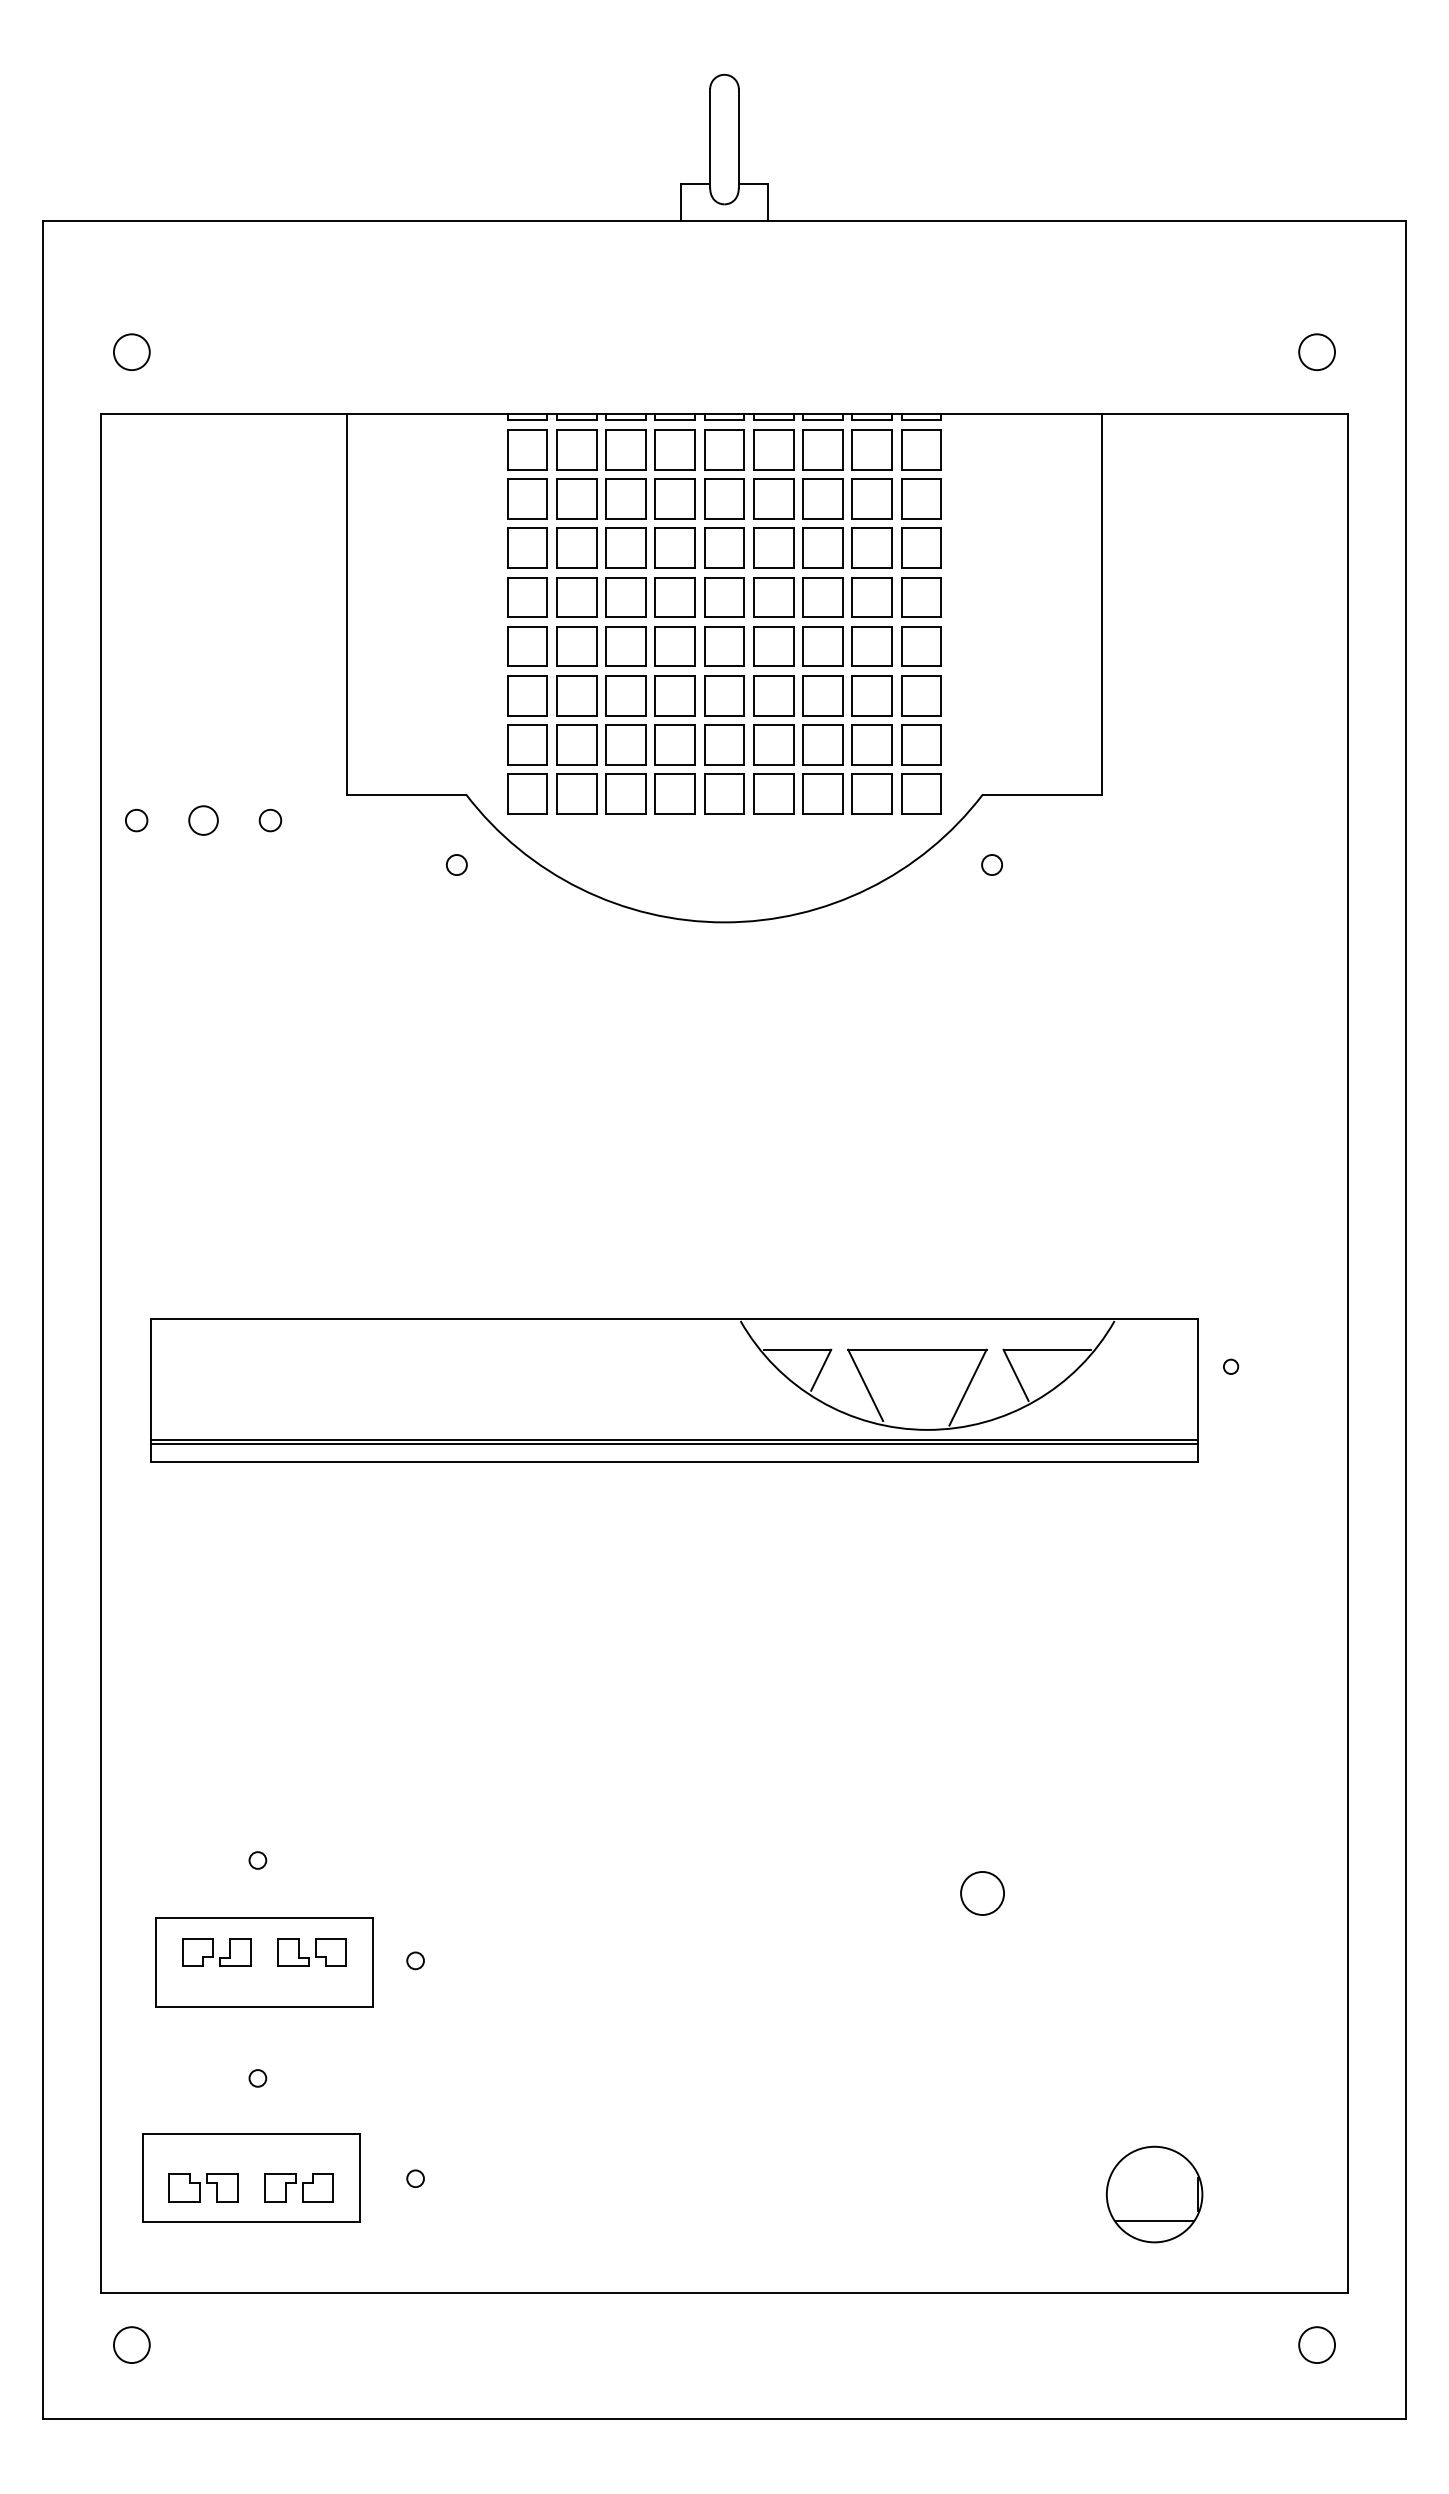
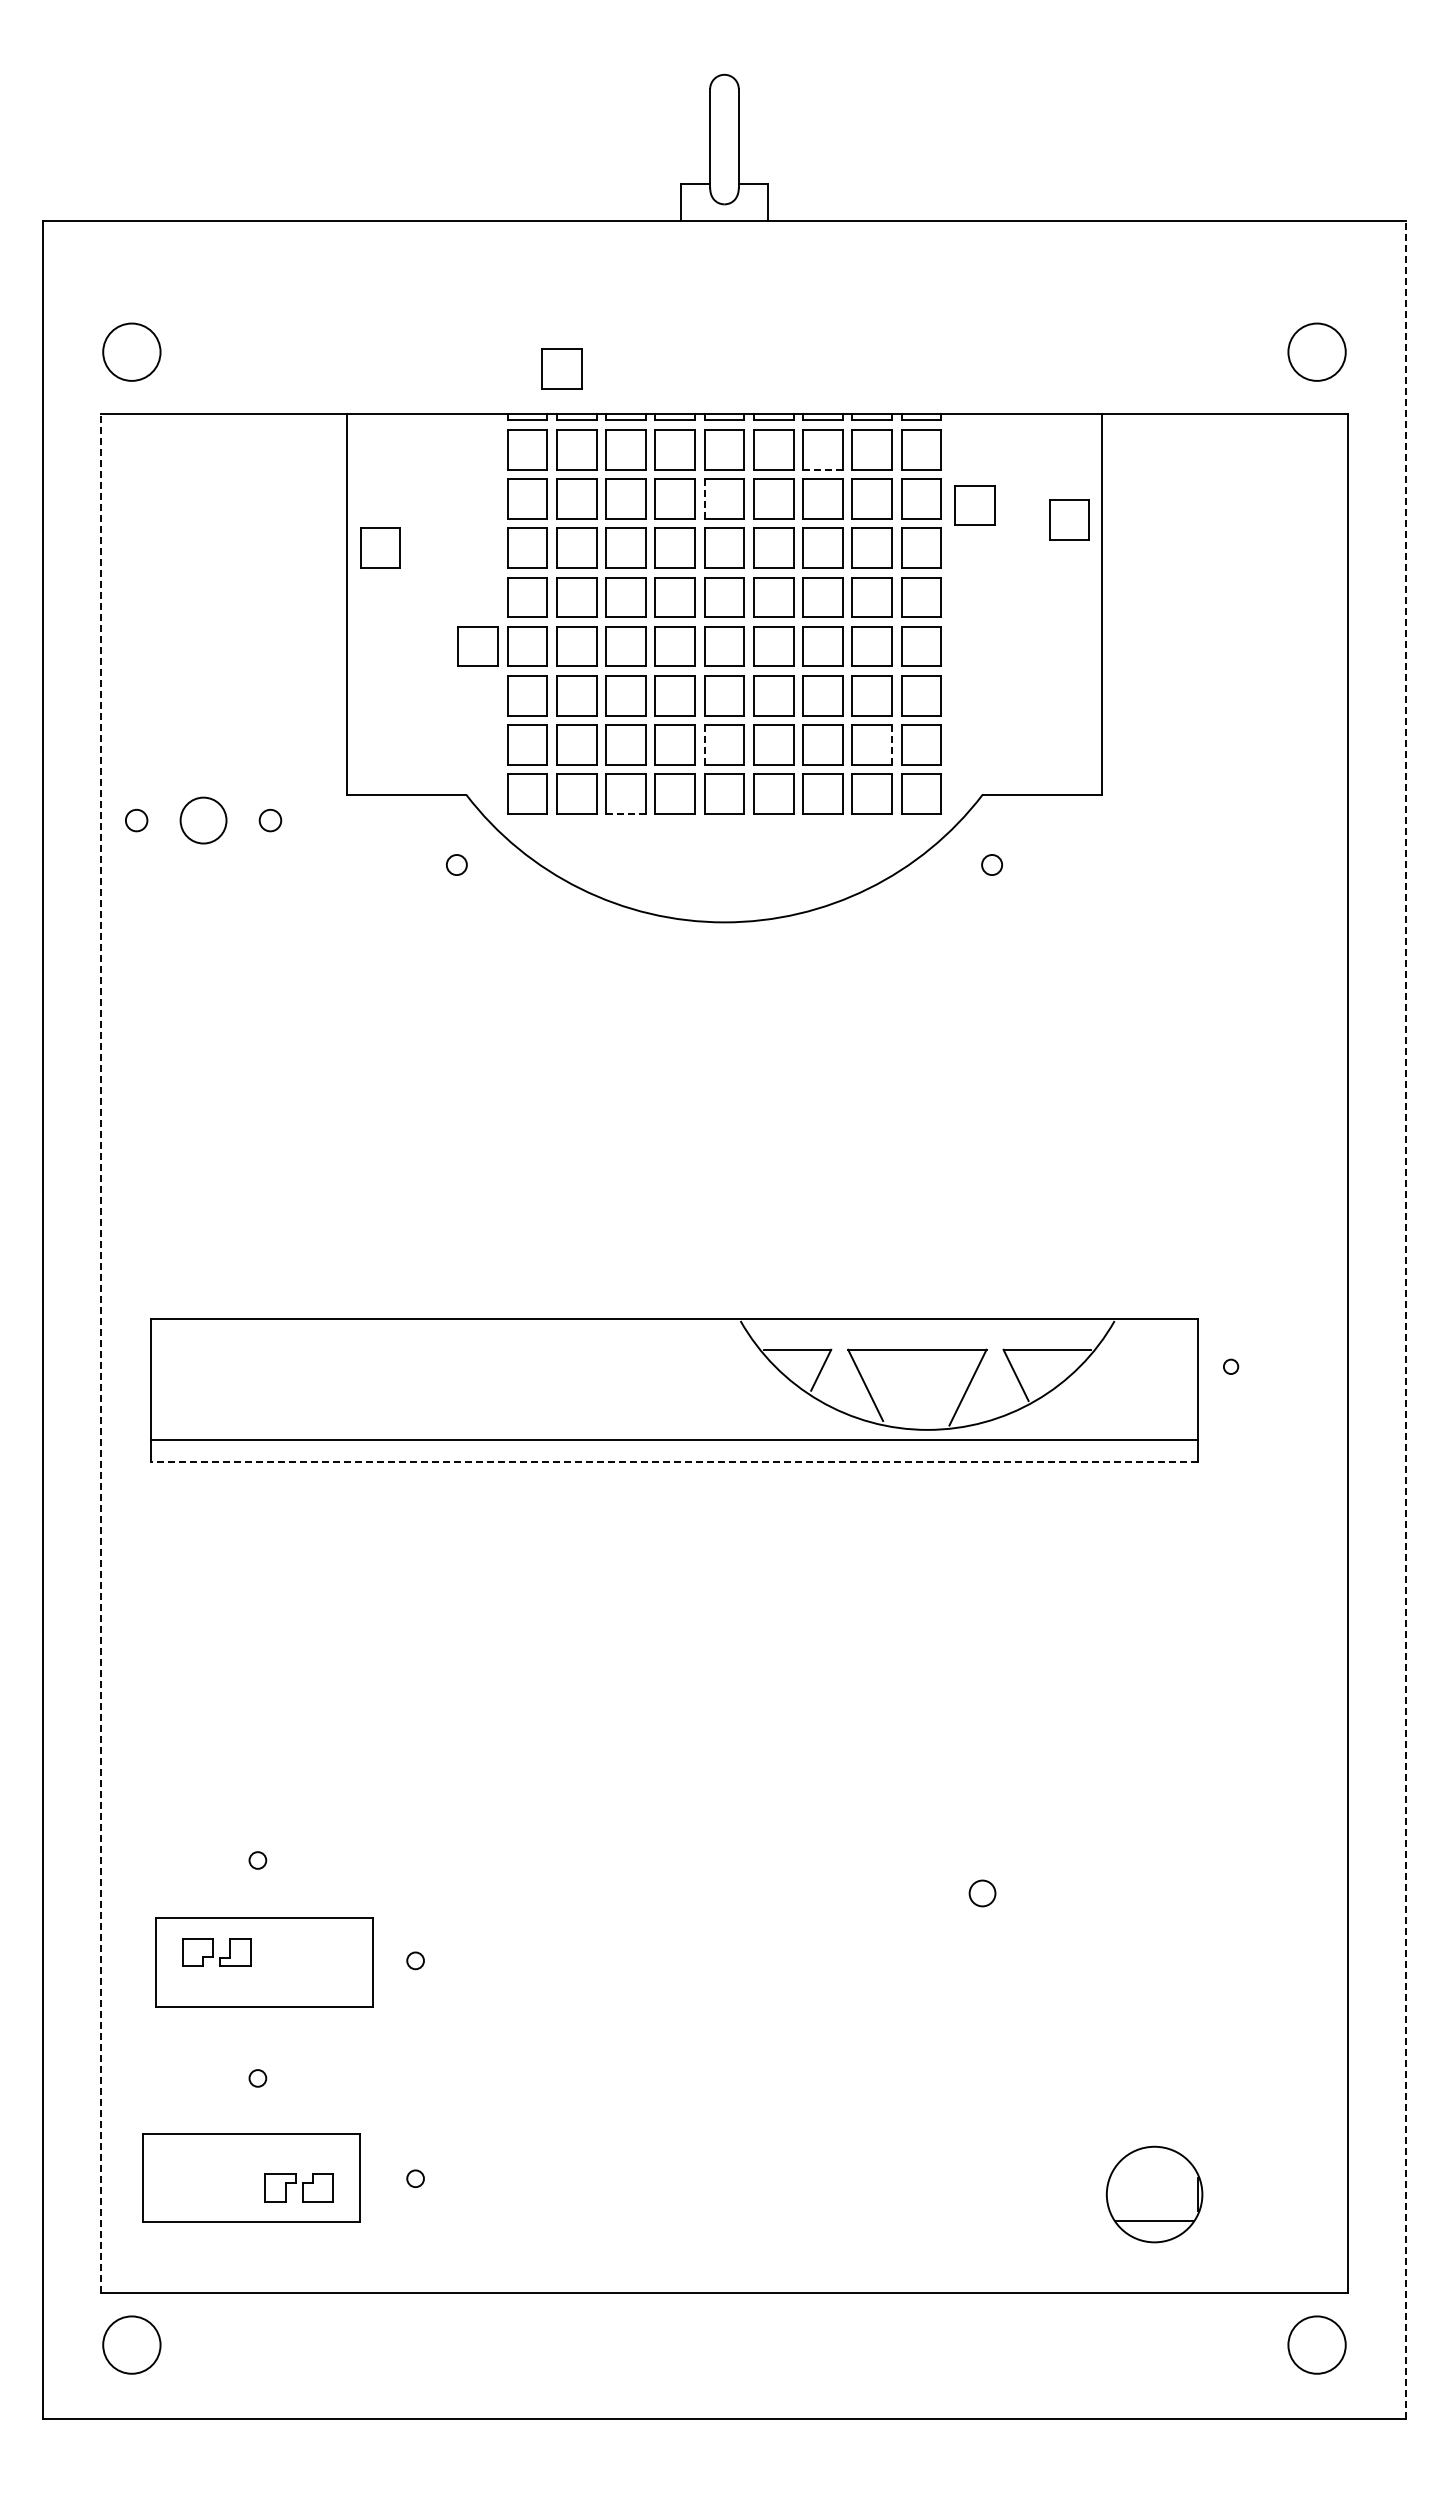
circle at (131, 352) diameter: 36 px -> 57 px
circle at (1317, 352) diameter: 36 px -> 57 px
part at (561, 368): none -> present
line at (822, 469): solid -> dashed
line at (704, 498): solid -> dashed
part at (974, 505): none -> present
part at (1069, 519): none -> present
part at (380, 547): none -> present
part at (477, 646): none -> present
line at (704, 745): solid -> dashed
line at (892, 745): solid -> dashed
line at (626, 814): solid -> dashed
circle at (203, 820) diameter: 29 px -> 46 px
line at (1405, 1319): solid -> dashed
line at (100, 1352): solid -> dashed
line at (674, 1444): present -> none
line at (673, 1462): solid -> dashed
circle at (982, 1892) diameter: 43 px -> 26 px
part at (311, 1952): present -> none
part at (203, 2187): present -> none
circle at (131, 2345) diameter: 36 px -> 57 px
circle at (1317, 2345) diameter: 36 px -> 57 px
